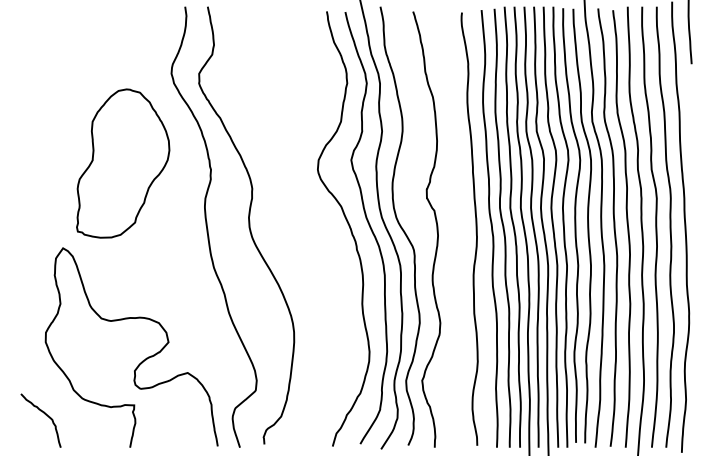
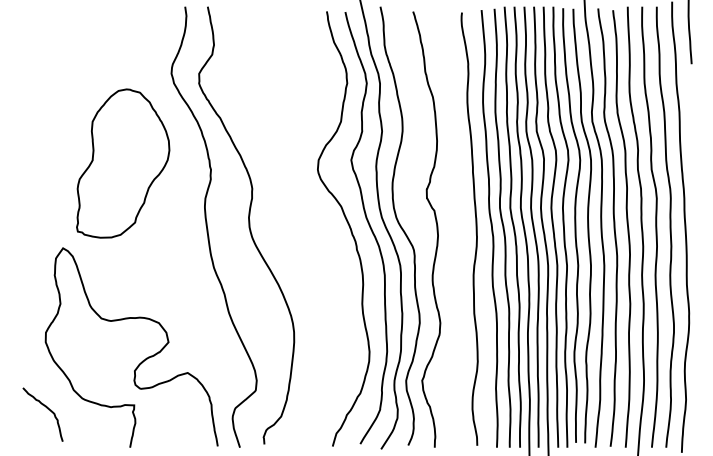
curve at (45, 415) position: (45, 415) -> (47, 409)
